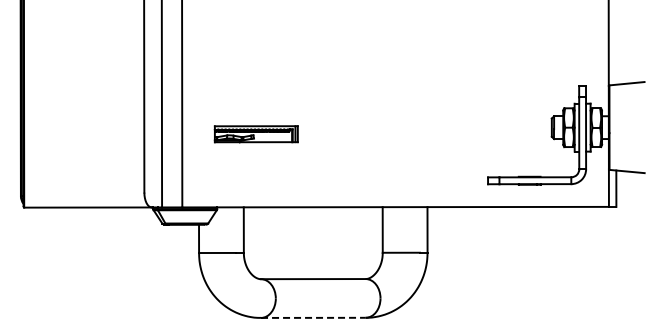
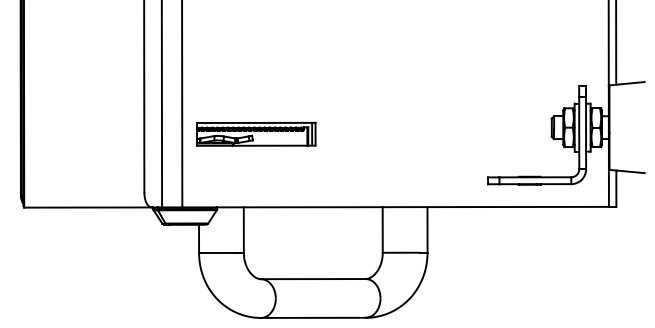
line at (616, 43): none -> present
part at (255, 134) size: 86x19 px -> 121x26 px
line at (313, 317): dashed -> solid
